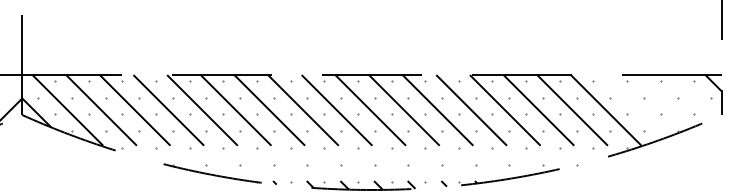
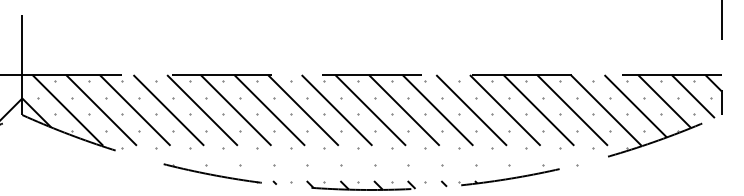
line at (692, 96): none -> present
line at (664, 101): none -> present
line at (635, 106): none -> present
